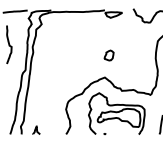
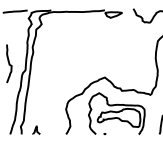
curve at (9, 44) position: (9, 44) -> (9, 63)
part at (108, 55): present -> none
